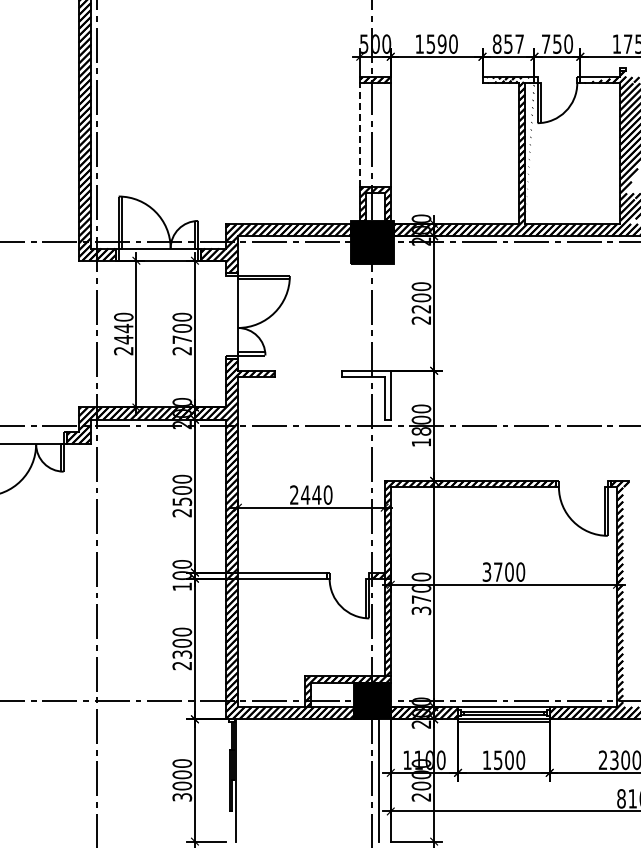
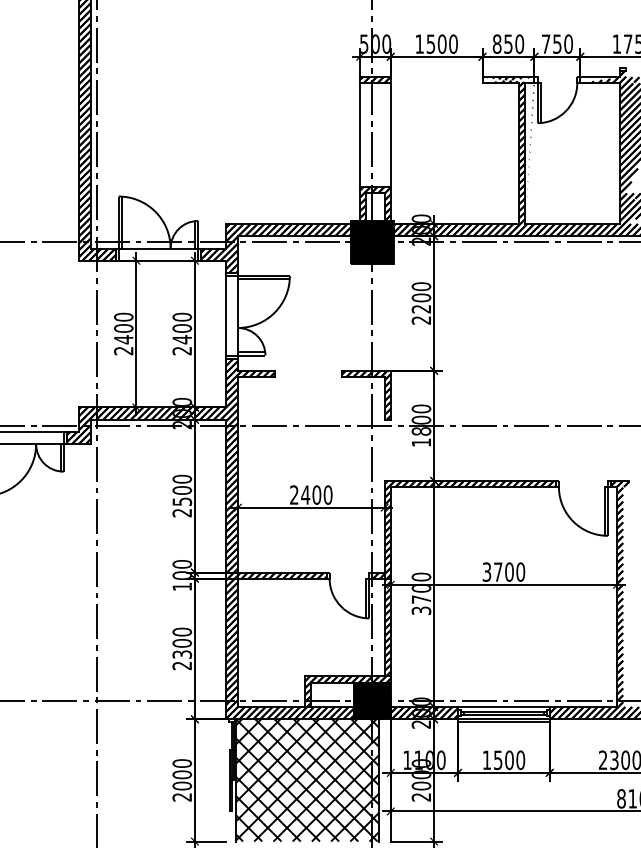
text at (441, 43): 1590 -> 1500
text at (519, 43): 857 -> 850
line at (360, 135): dashed -> solid
line at (225, 315): none -> present
text at (123, 328): 2440 -> 2400
text at (181, 339): 2700 -> 2400
hatch at (365, 394): none -> present
line at (32, 431): none -> present
text at (316, 494): 2440 -> 2400
hatch at (281, 575): none -> present
hatch at (306, 780): none -> present
text at (182, 797): 3000 -> 2000
